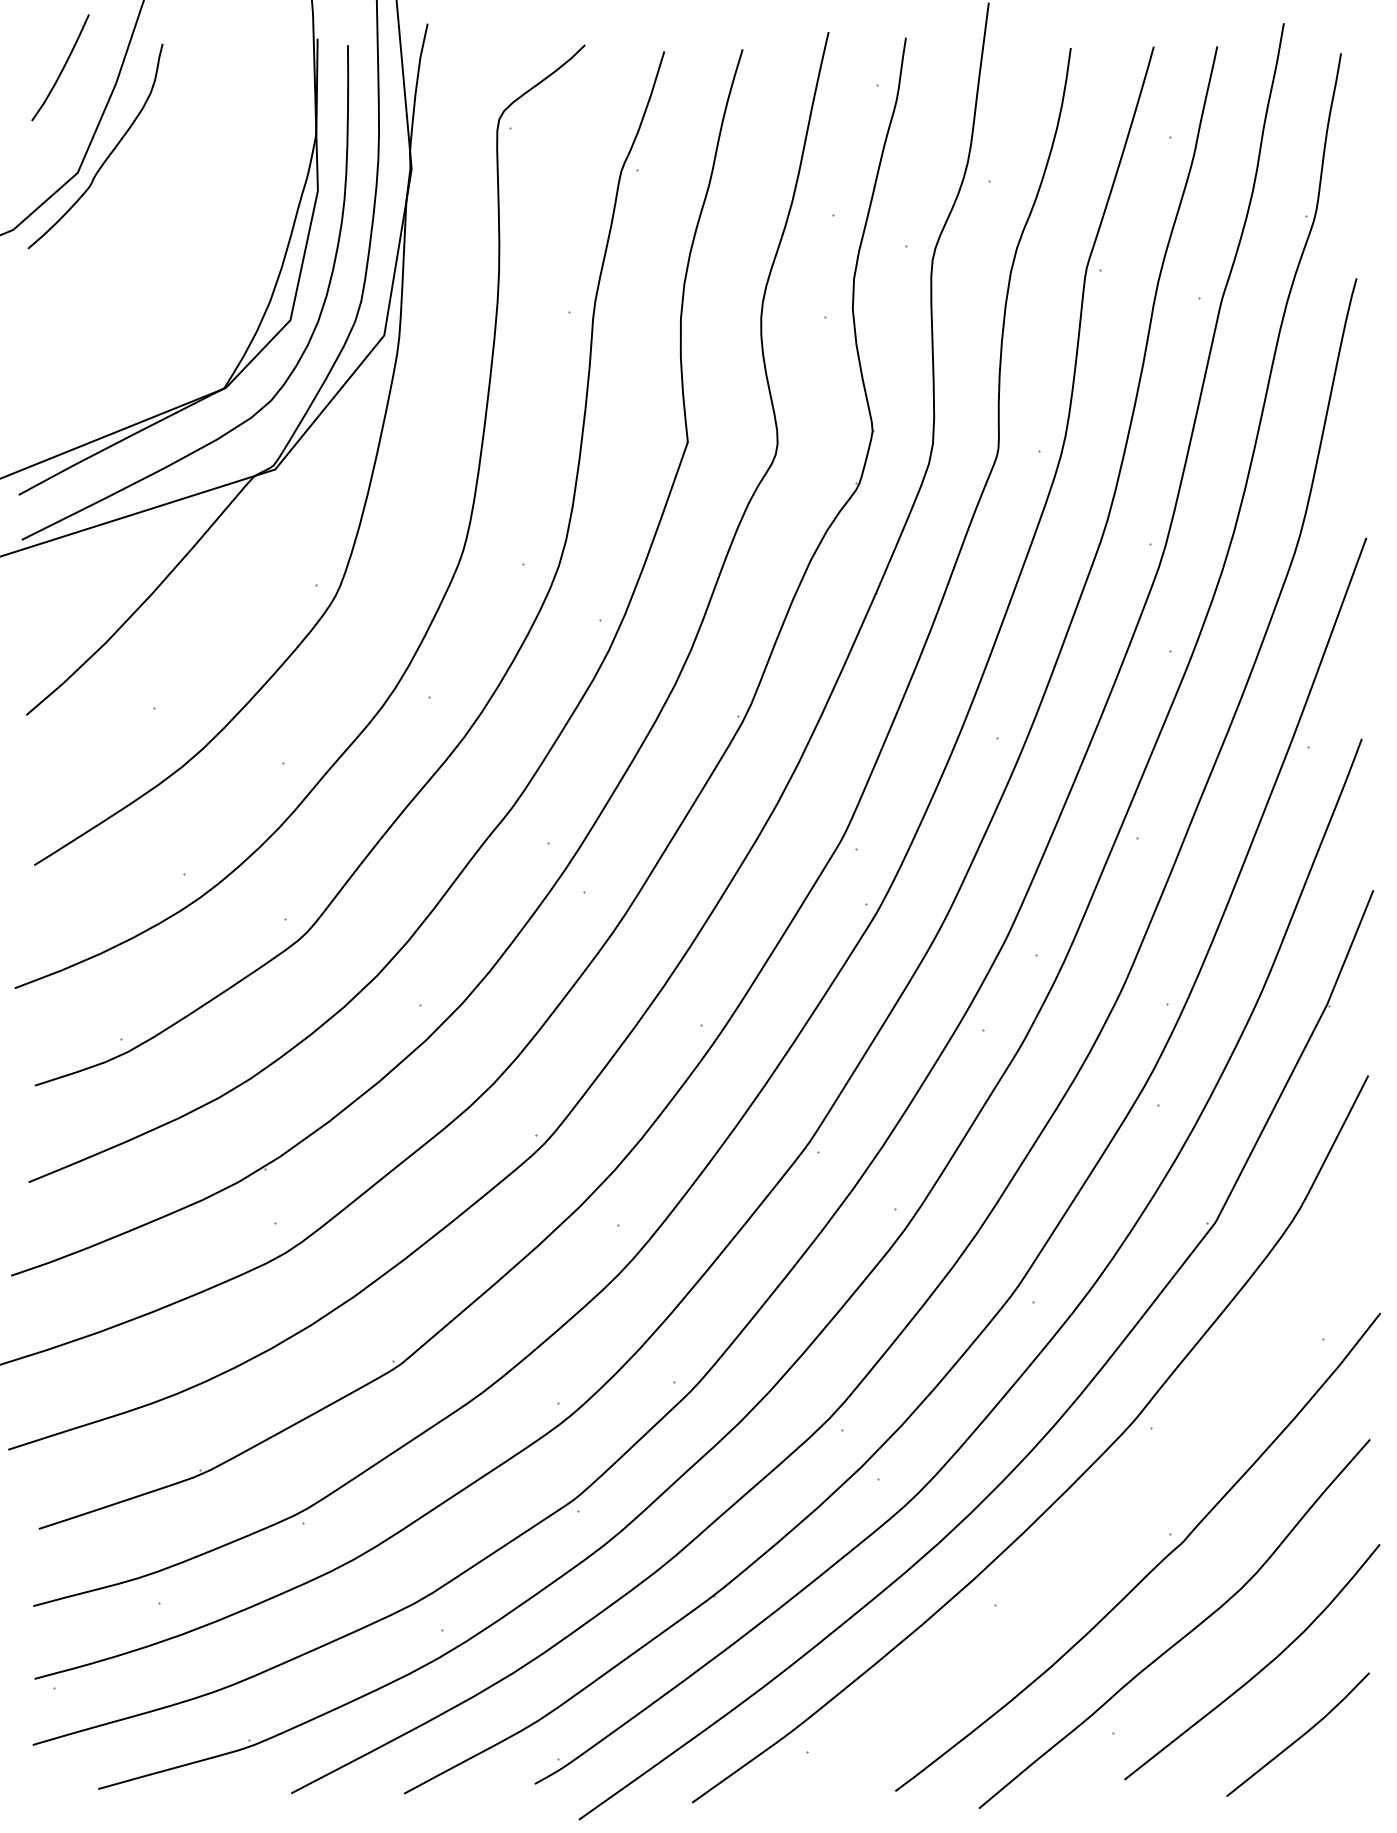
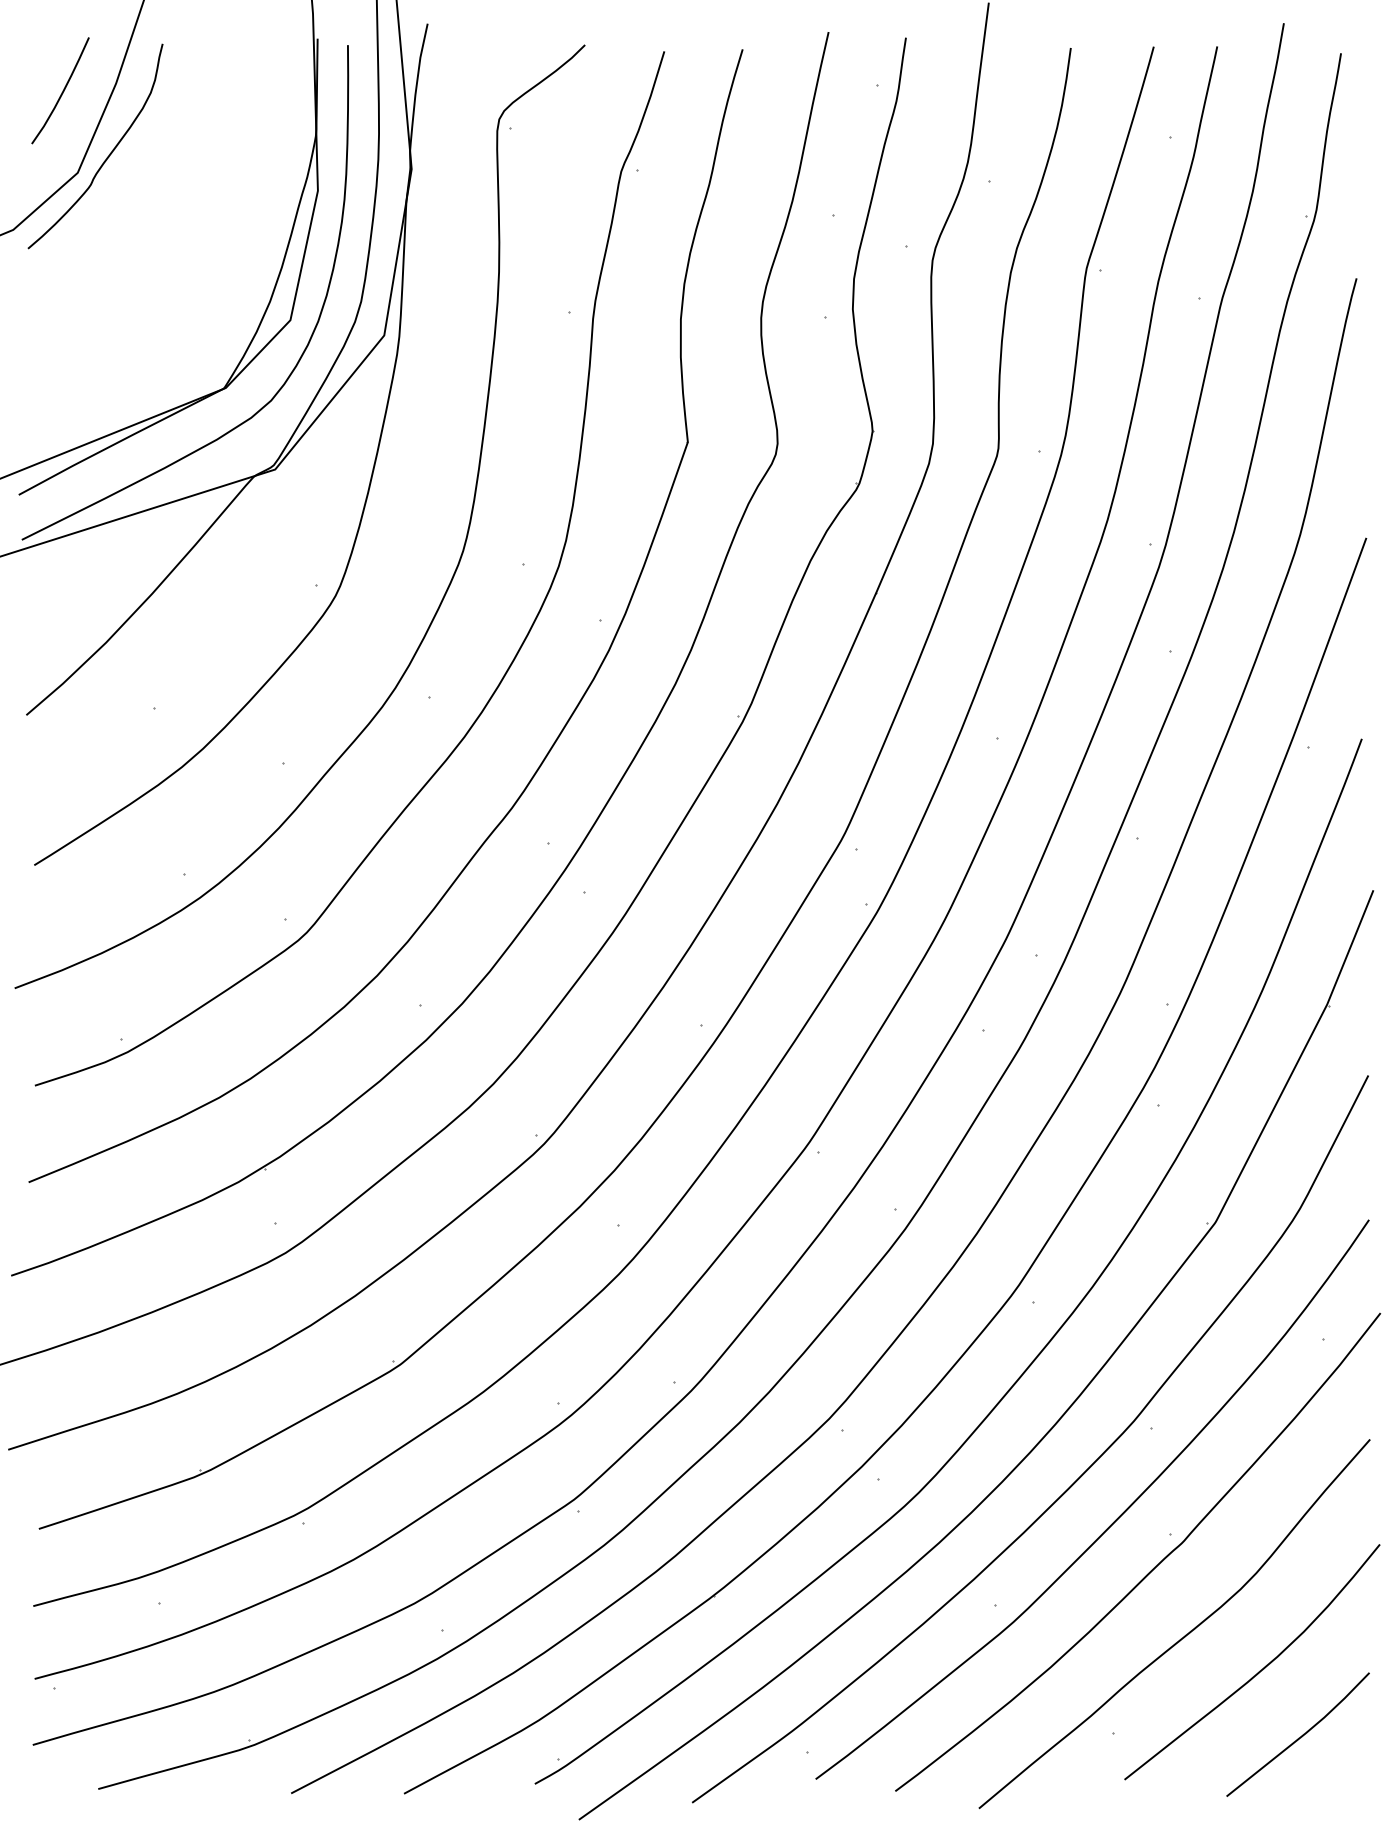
curve at (62, 67) position: (62, 67) -> (62, 90)
curve at (1114, 1520): none -> present
